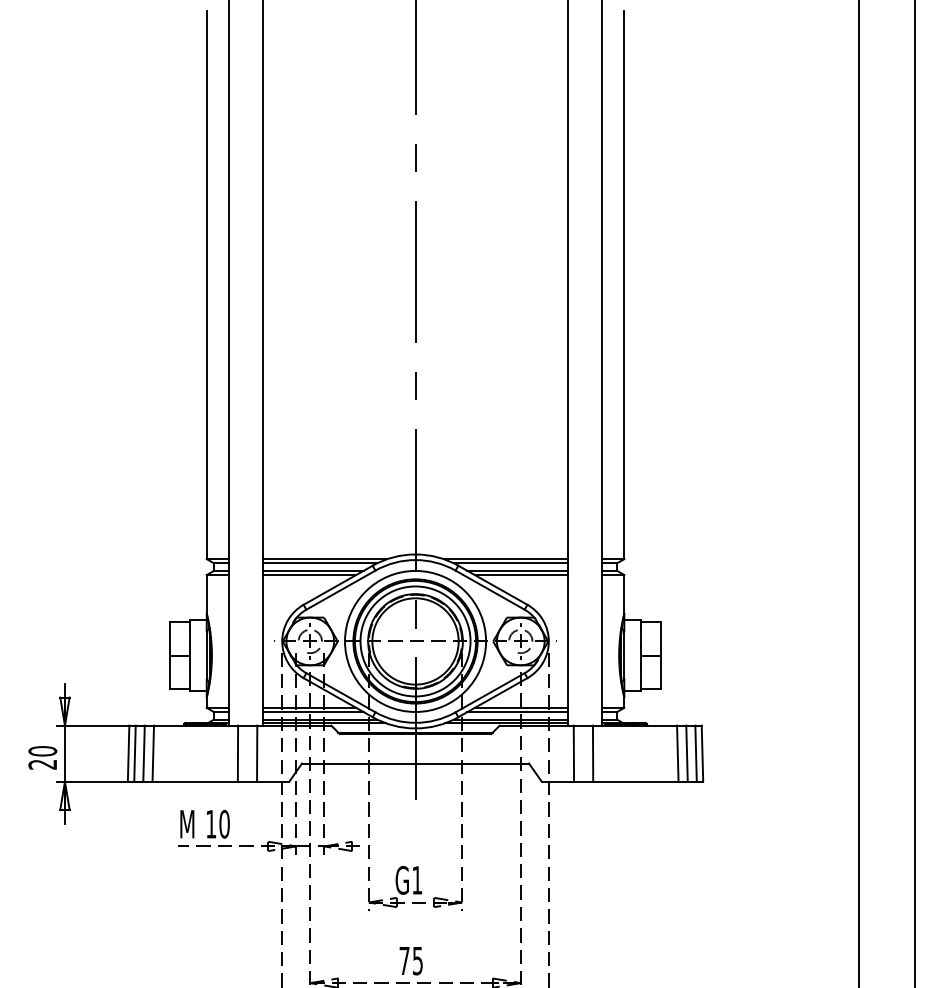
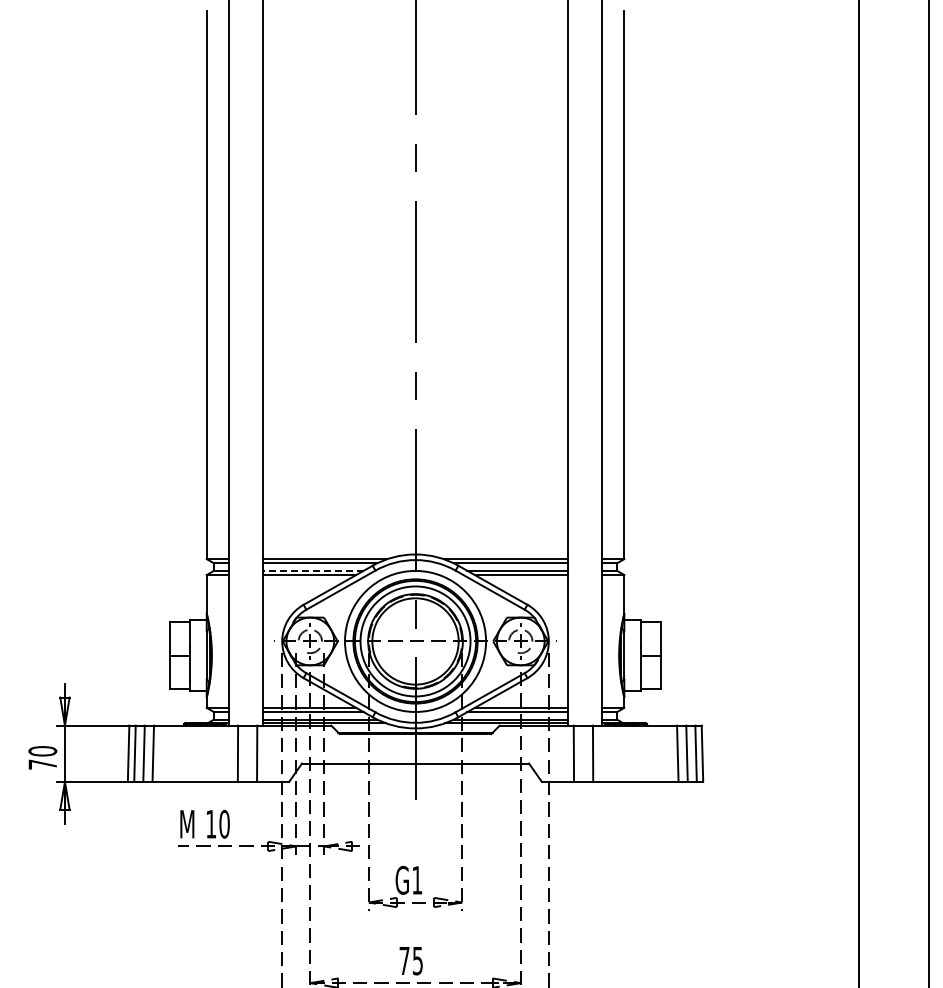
line at (914, 493) position: (914, 493) -> (928, 493)
line at (312, 570): solid -> dashed
text at (42, 764): 20 -> 70
